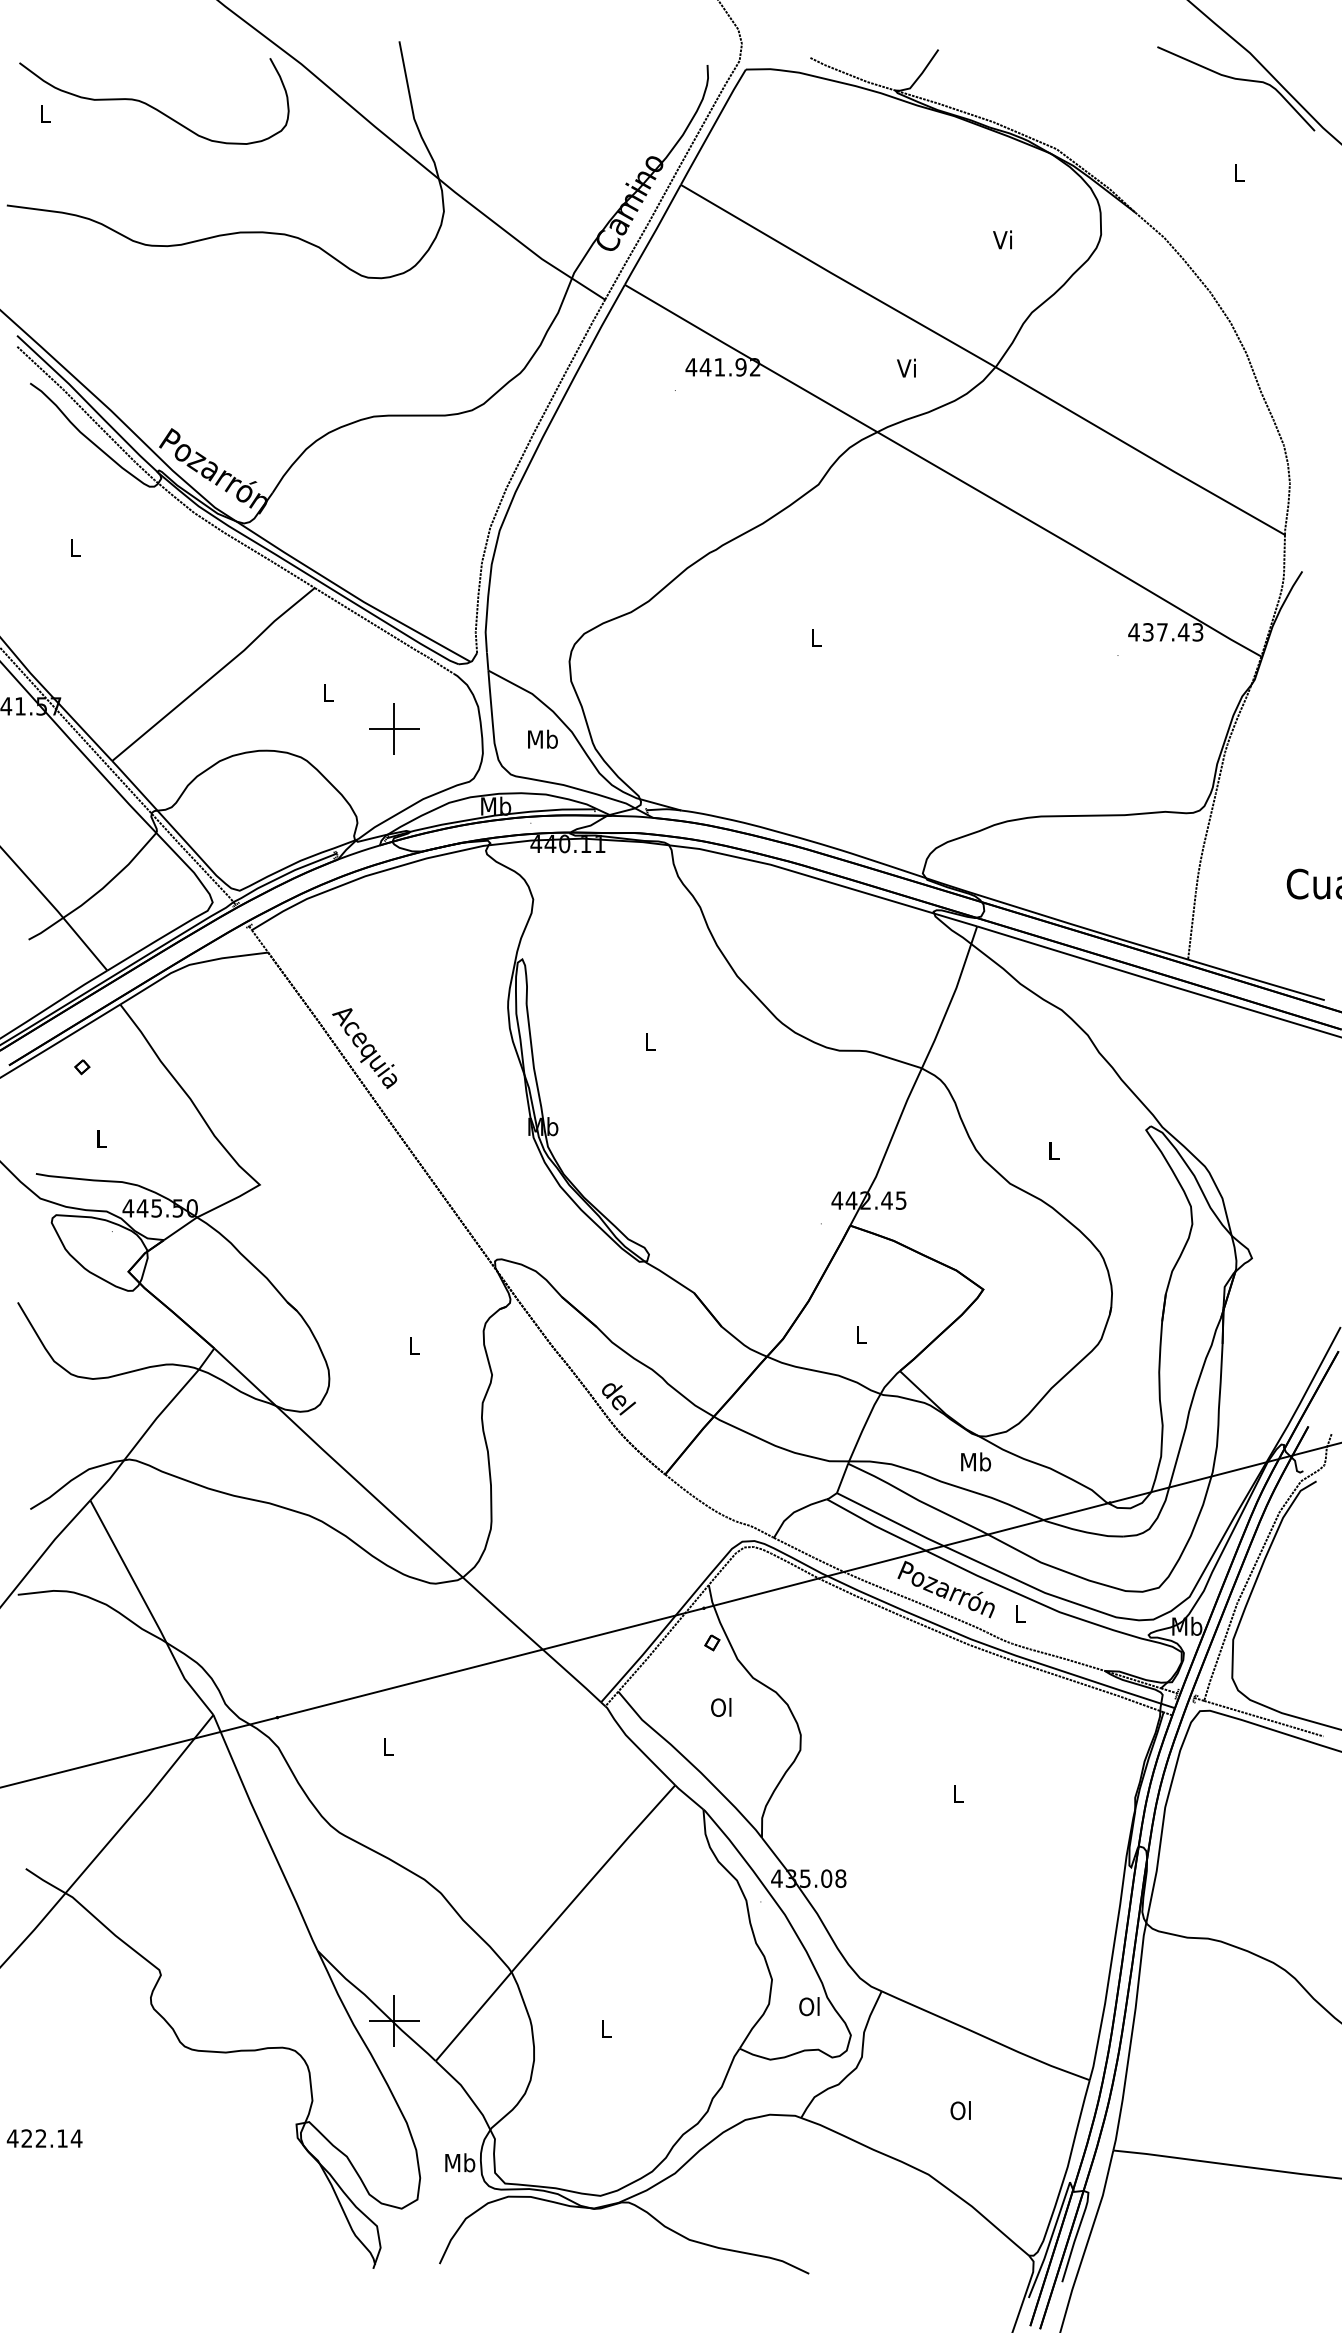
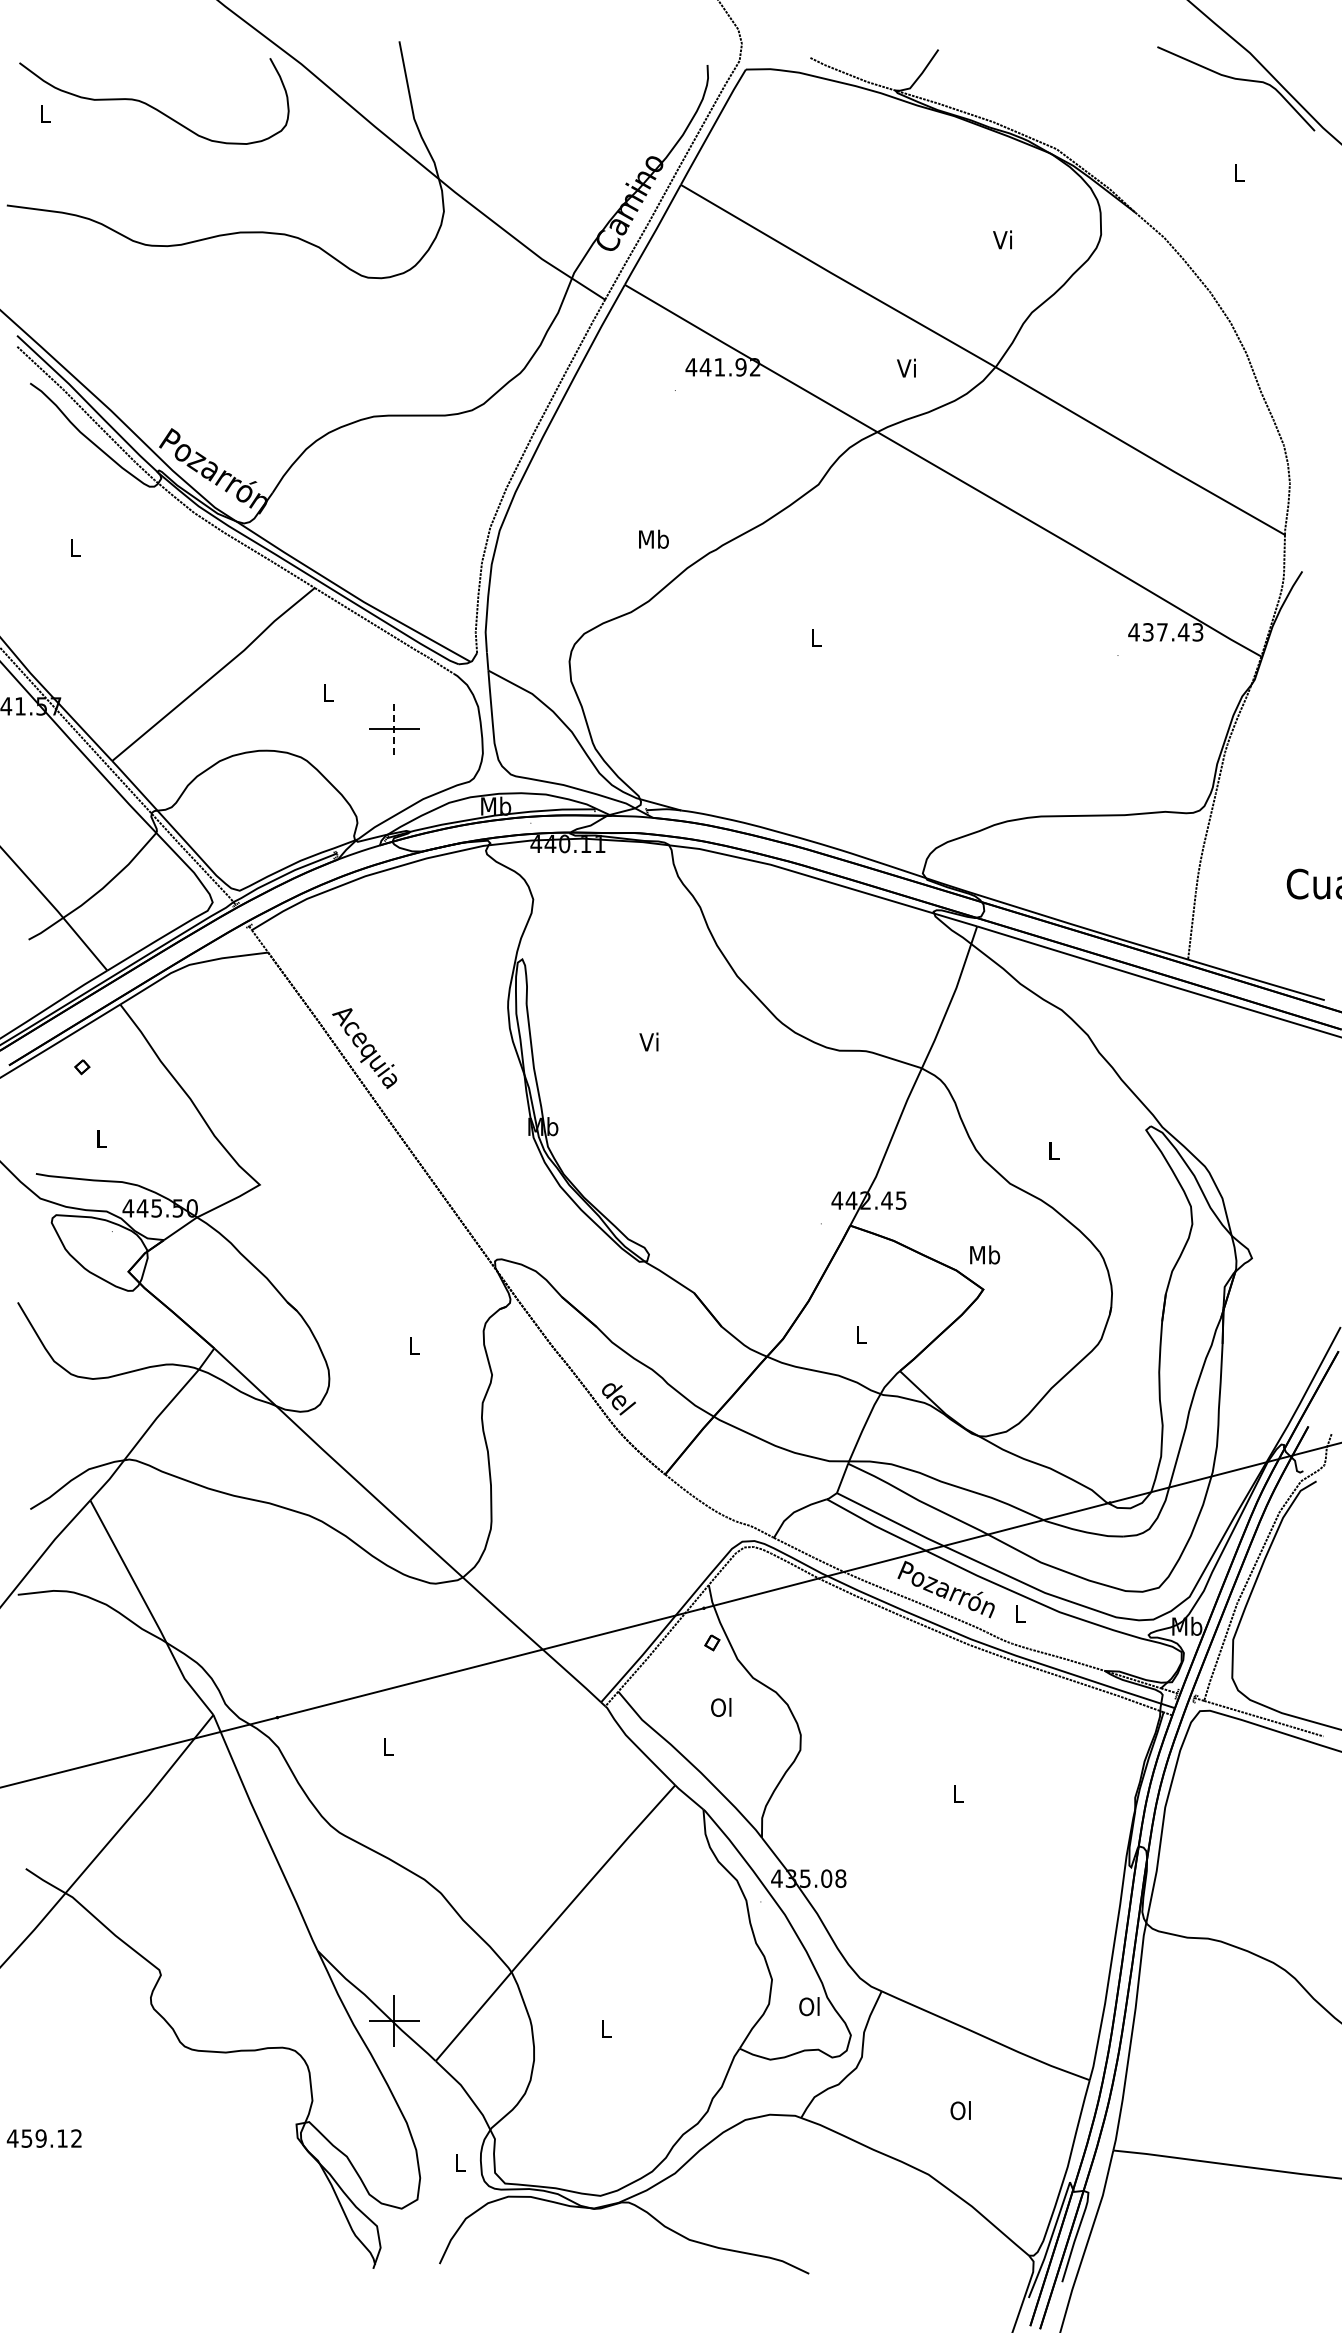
line at (394, 729): solid -> dashed
text at (542, 738) position: (542, 738) -> (653, 538)
text at (648, 1041): L -> Vi
text at (976, 1461) position: (976, 1461) -> (985, 1254)
text at (51, 2138): 422.14 -> 459.12
text at (460, 2162): Mb -> L
